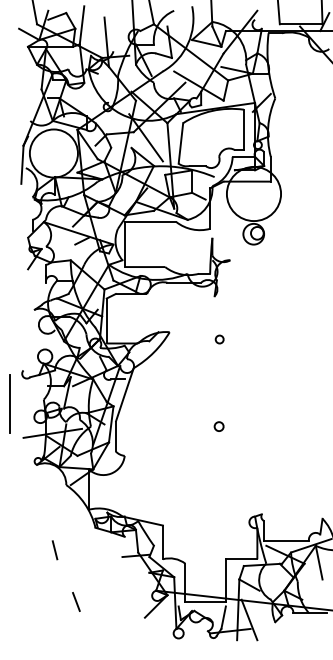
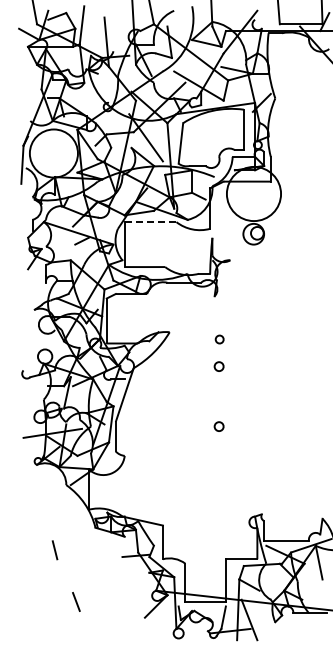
line at (150, 222): solid -> dashed
circle at (218, 366): none -> present
line at (10, 403): present -> none
